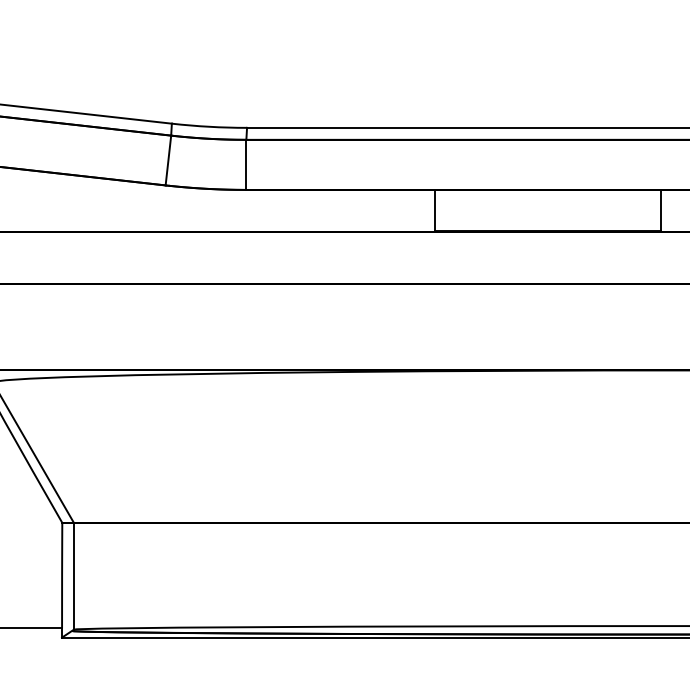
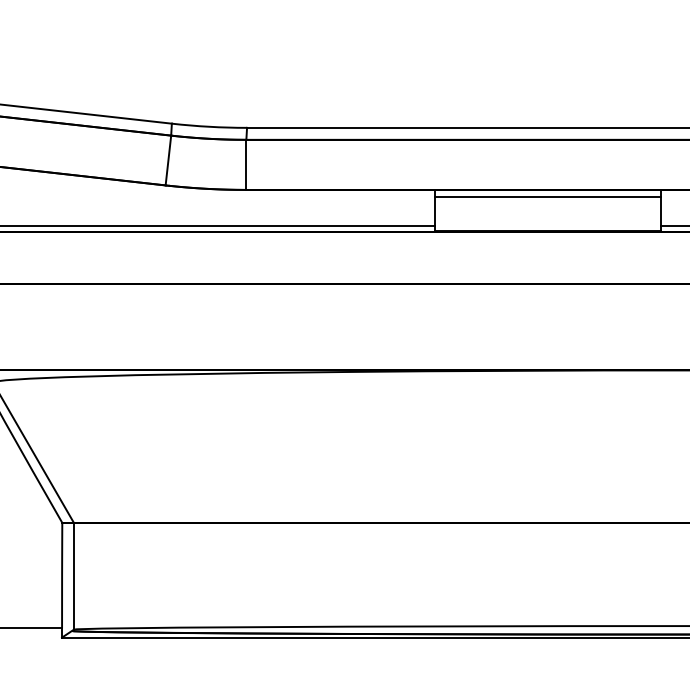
line at (547, 197): none -> present
line at (218, 226): none -> present
line at (673, 226): none -> present
